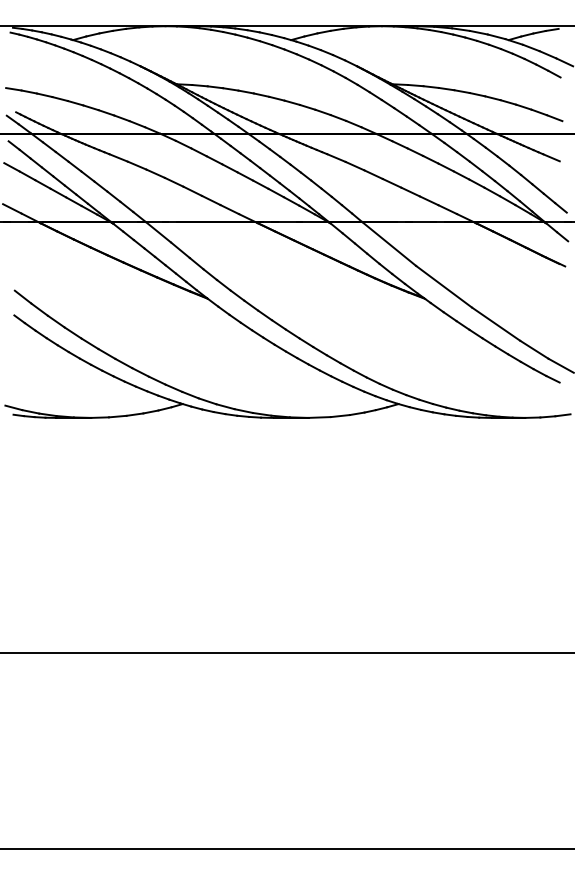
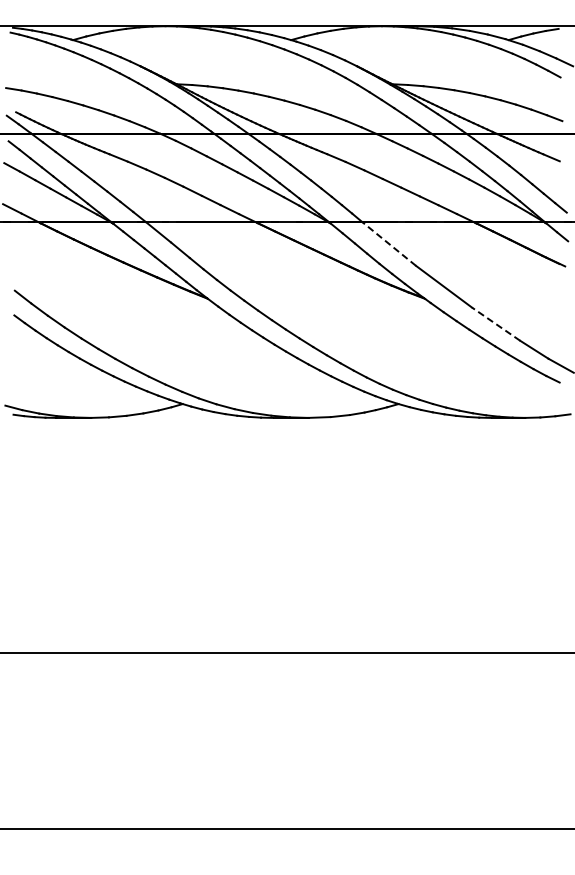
line at (389, 243): solid -> dashed
line at (495, 323): solid -> dashed
line at (286, 848) position: (286, 848) -> (286, 828)
